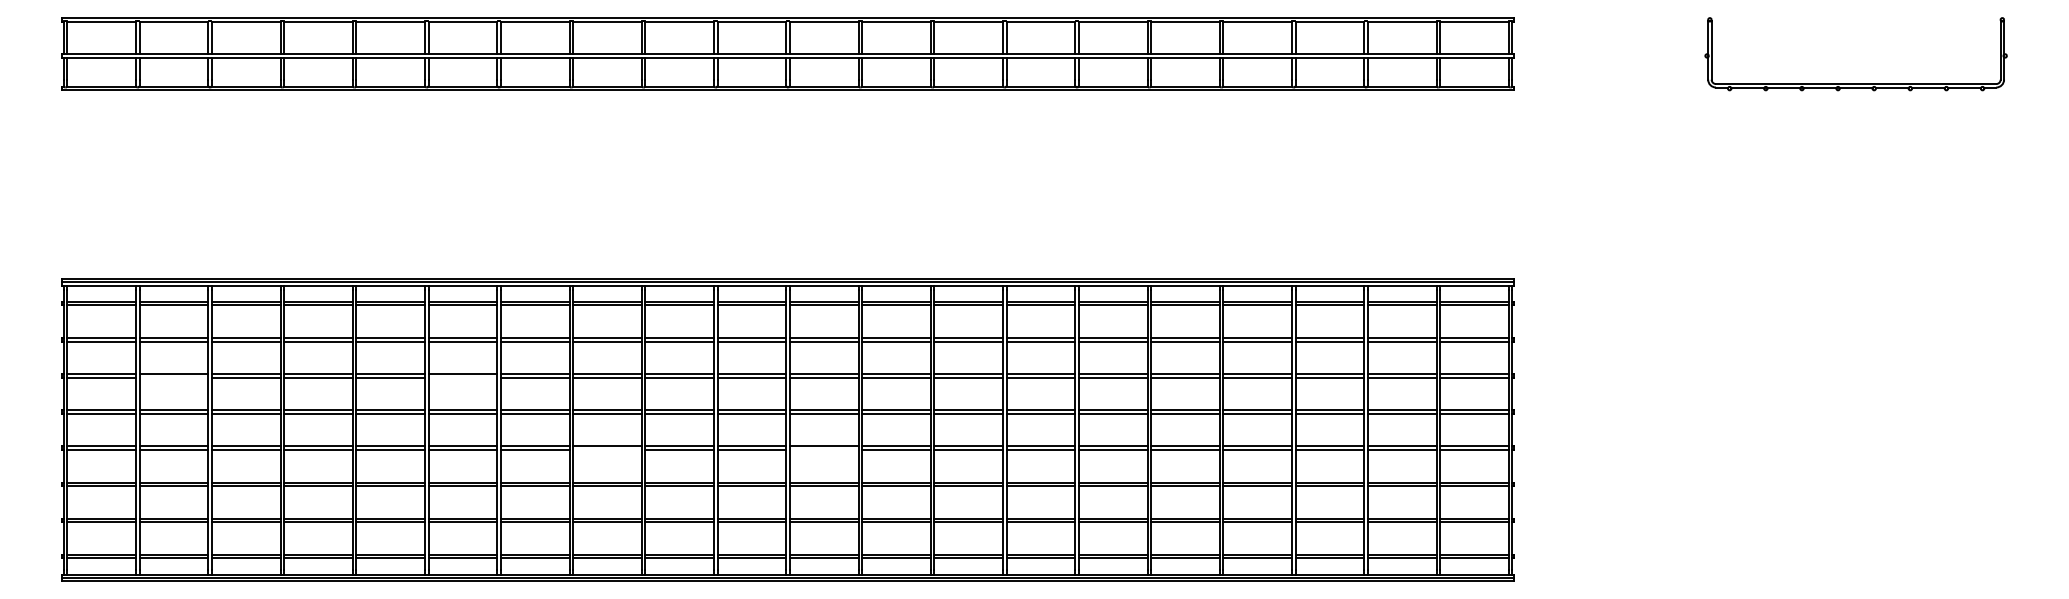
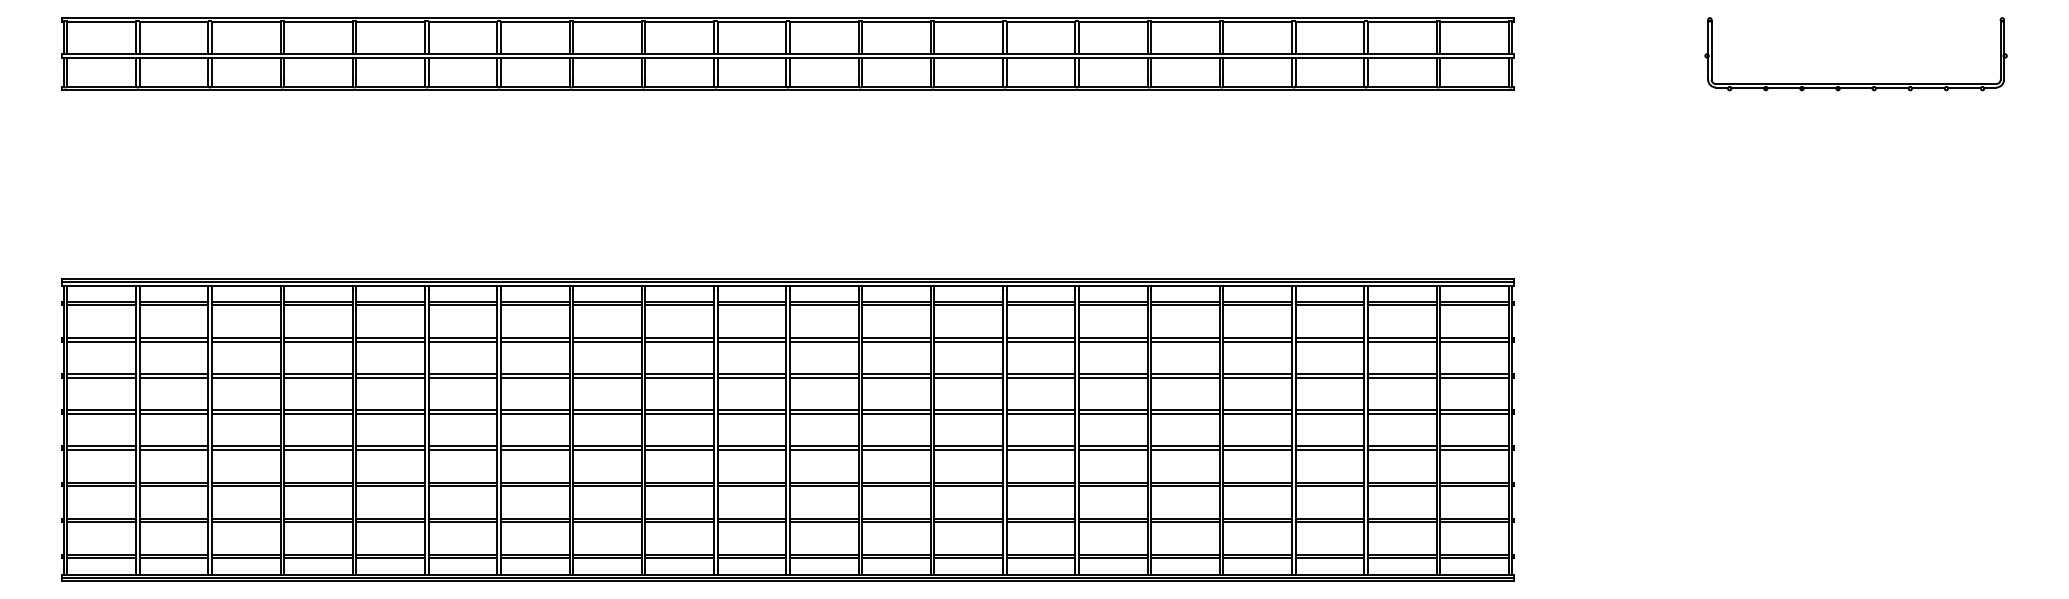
line at (173, 377): none -> present
line at (462, 377): none -> present
line at (607, 449): none -> present
line at (823, 449): none -> present
